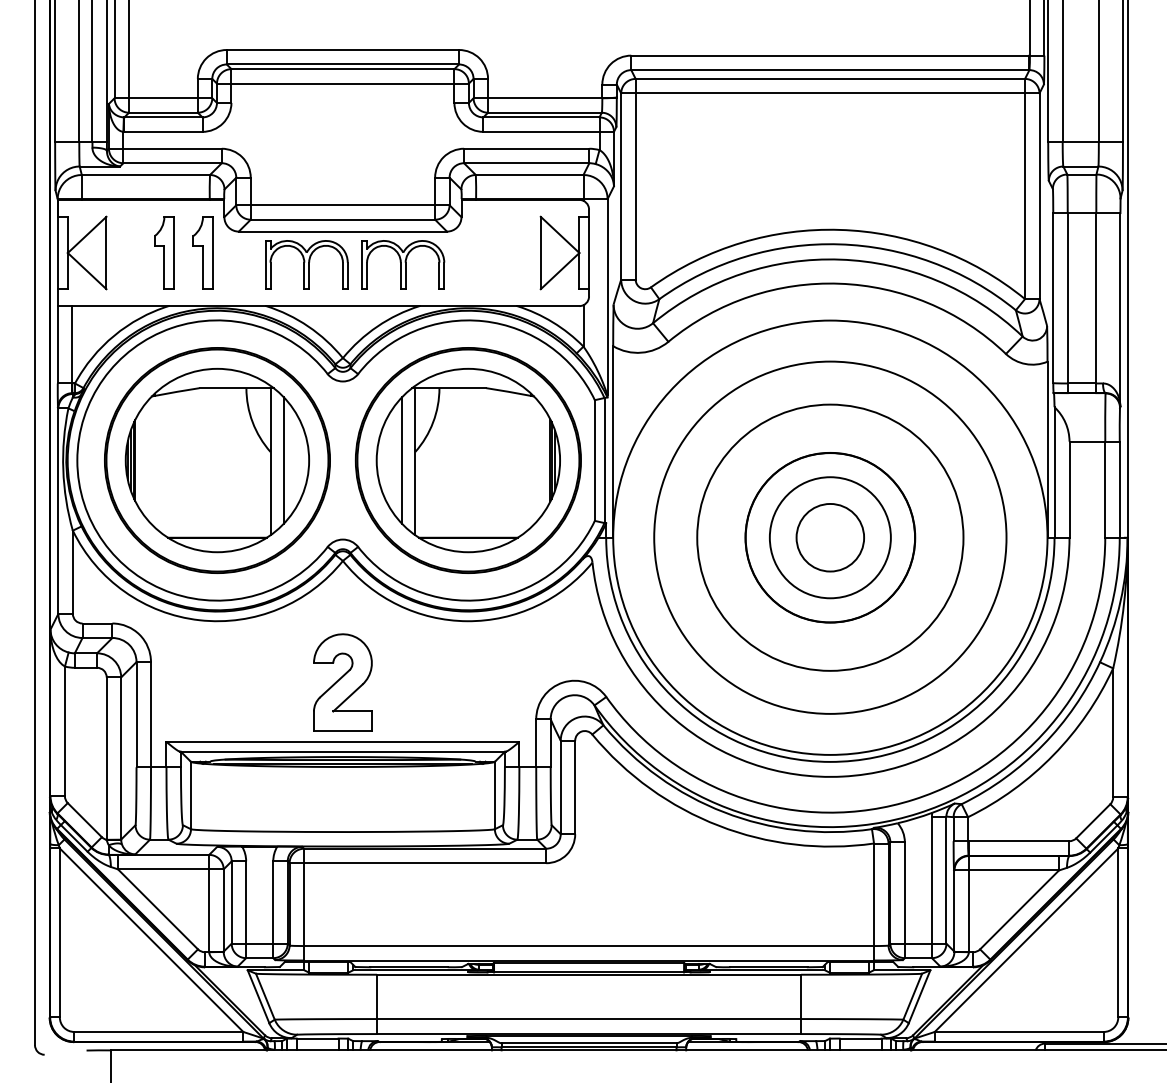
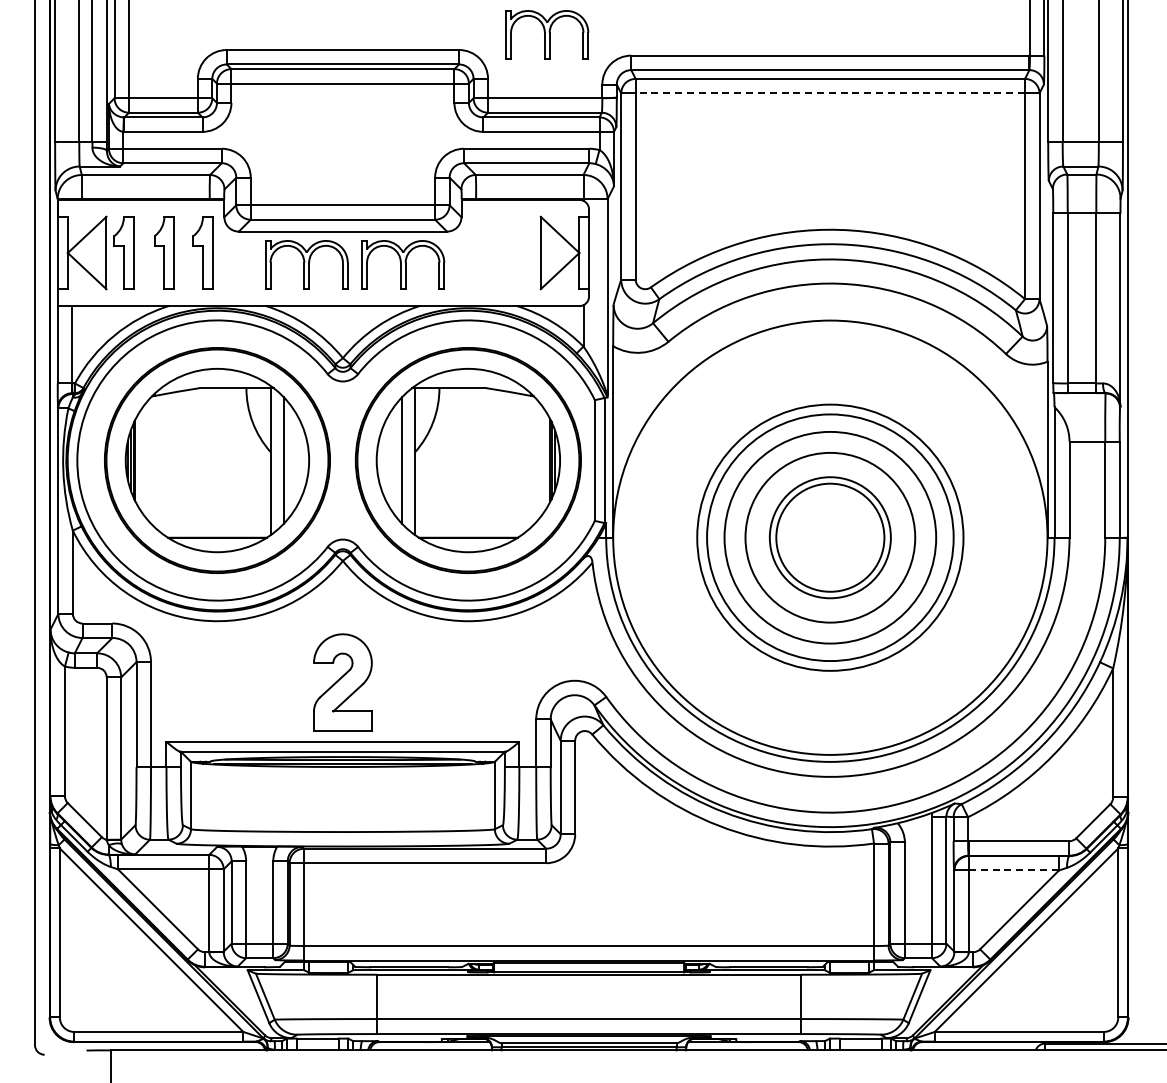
part at (547, 34): none -> present
line at (830, 93): solid -> dashed
part at (123, 252): none -> present
circle at (830, 537) diameter: 169 px -> 212 px
circle at (830, 537) diameter: 352 px -> 247 px
circle at (830, 537) diameter: 68 px -> 108 px
line at (1014, 870): solid -> dashed
